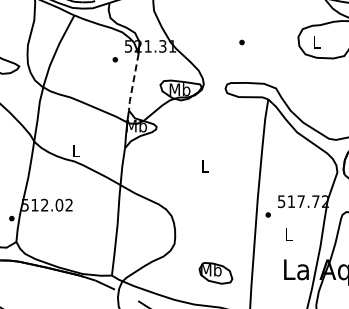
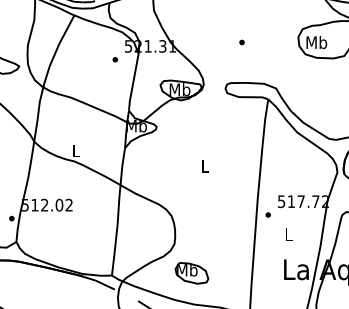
text at (316, 42): L -> Mb
line at (133, 82): dashed -> solid
part at (215, 273) position: (215, 273) -> (191, 273)
